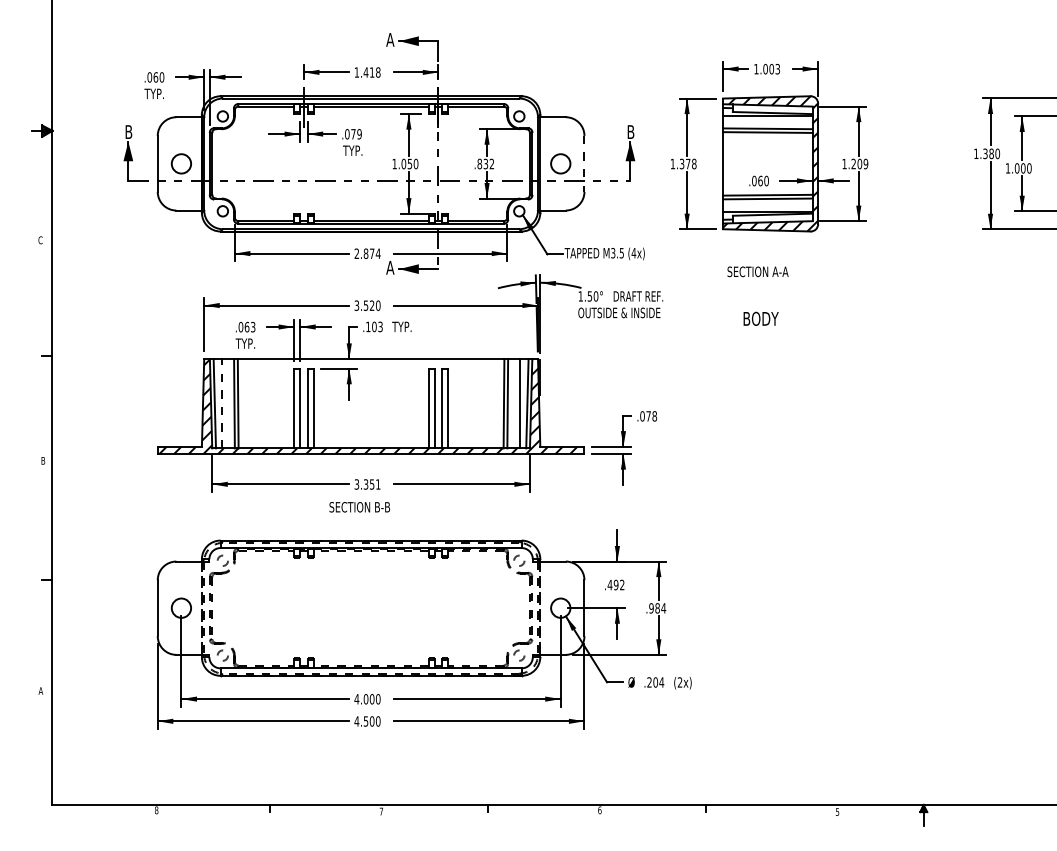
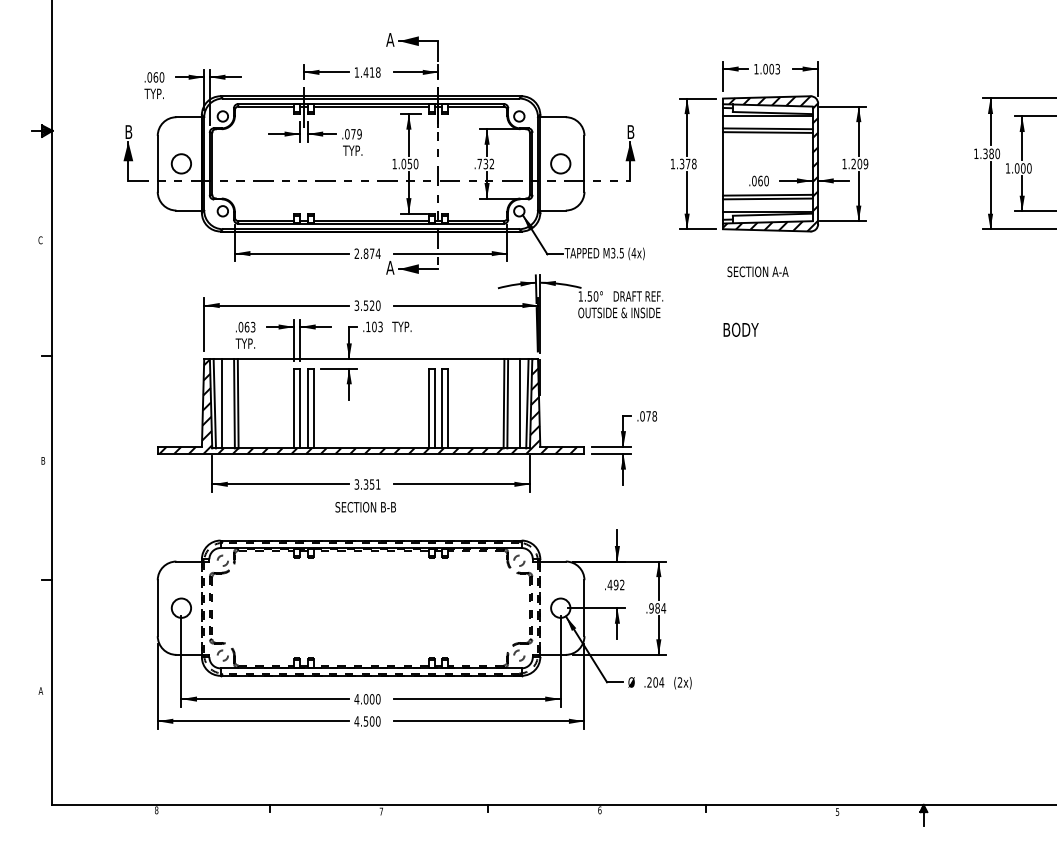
text at (479, 163): .832 -> .732
line at (584, 163): dashed -> solid
text at (760, 318) position: (760, 318) -> (740, 329)
line at (221, 403): dashed -> solid
text at (359, 507) position: (359, 507) -> (365, 507)
